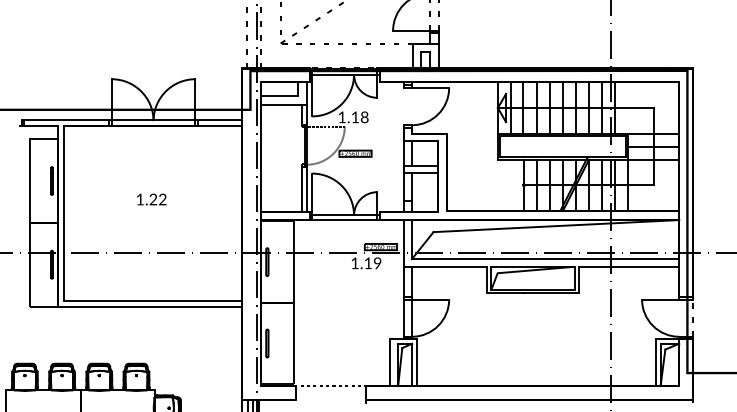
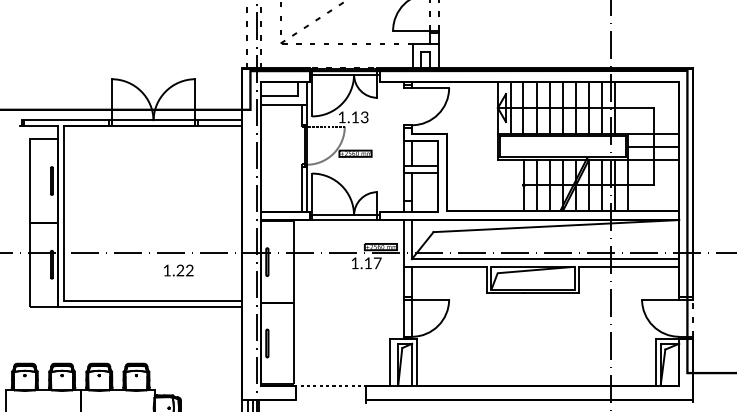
text at (364, 117): 1.18 -> 1.13
text at (151, 199) position: (151, 199) -> (178, 270)
text at (377, 262): 1.19 -> 1.17
